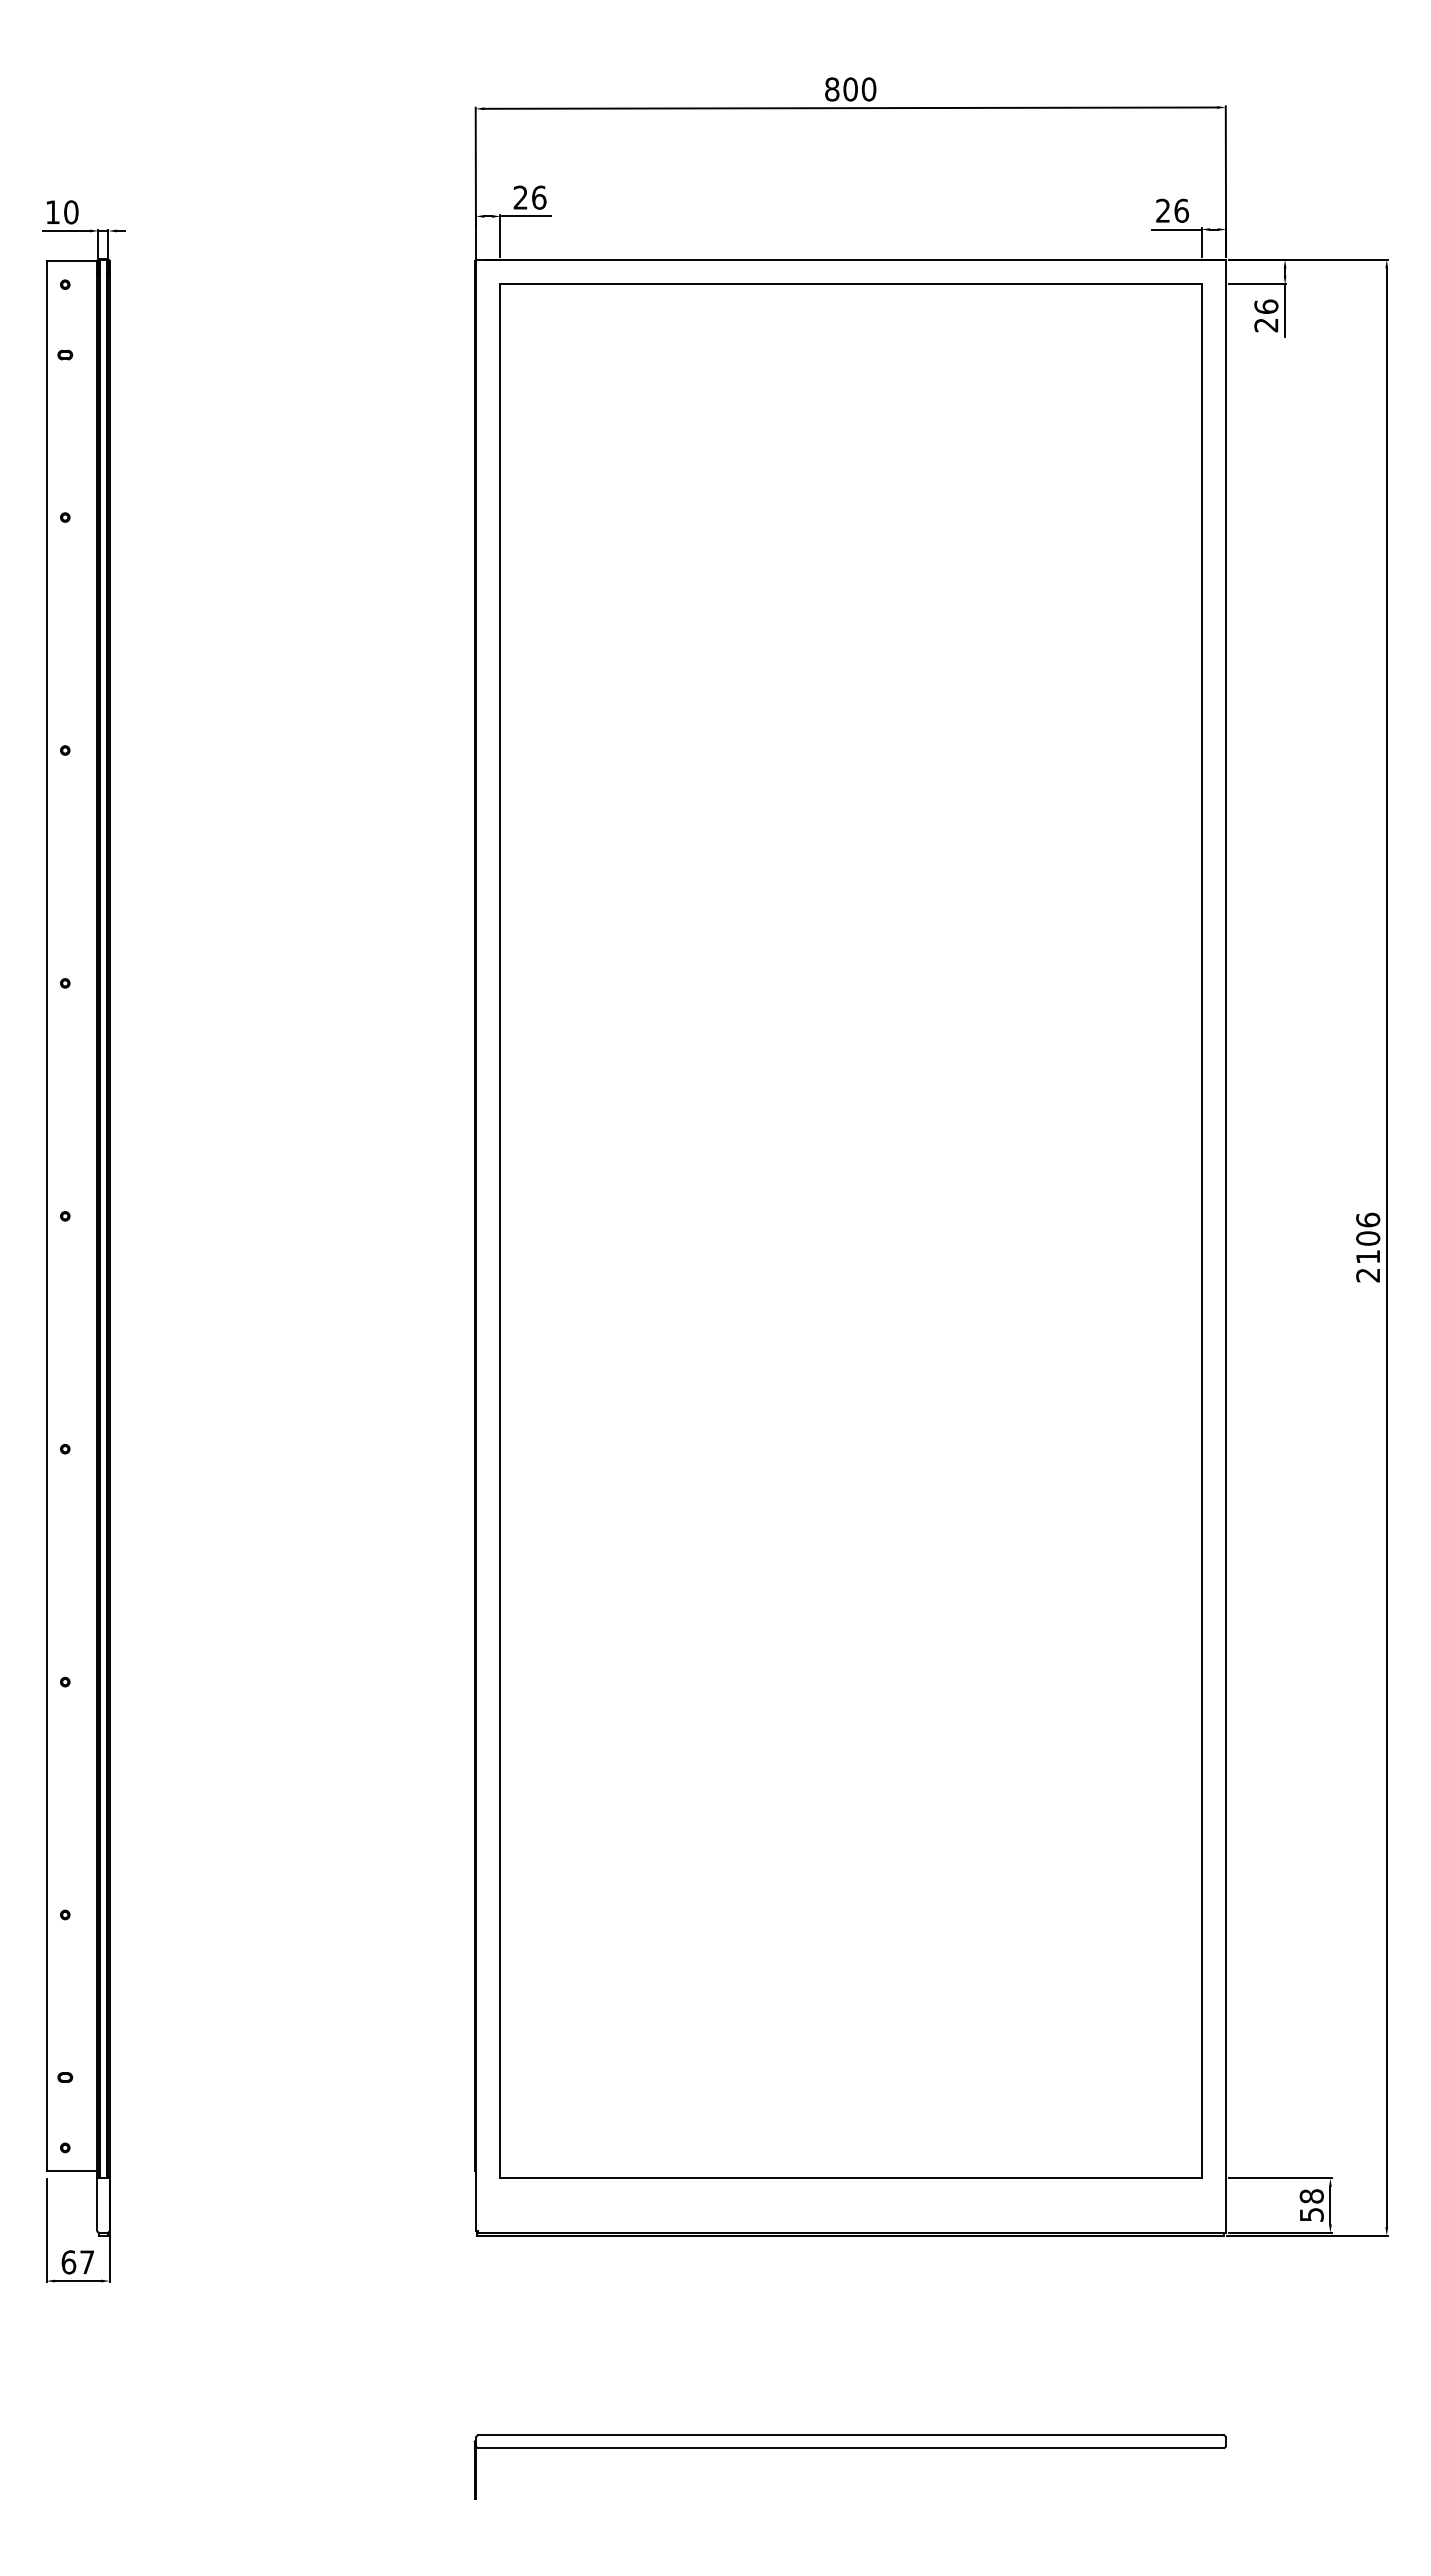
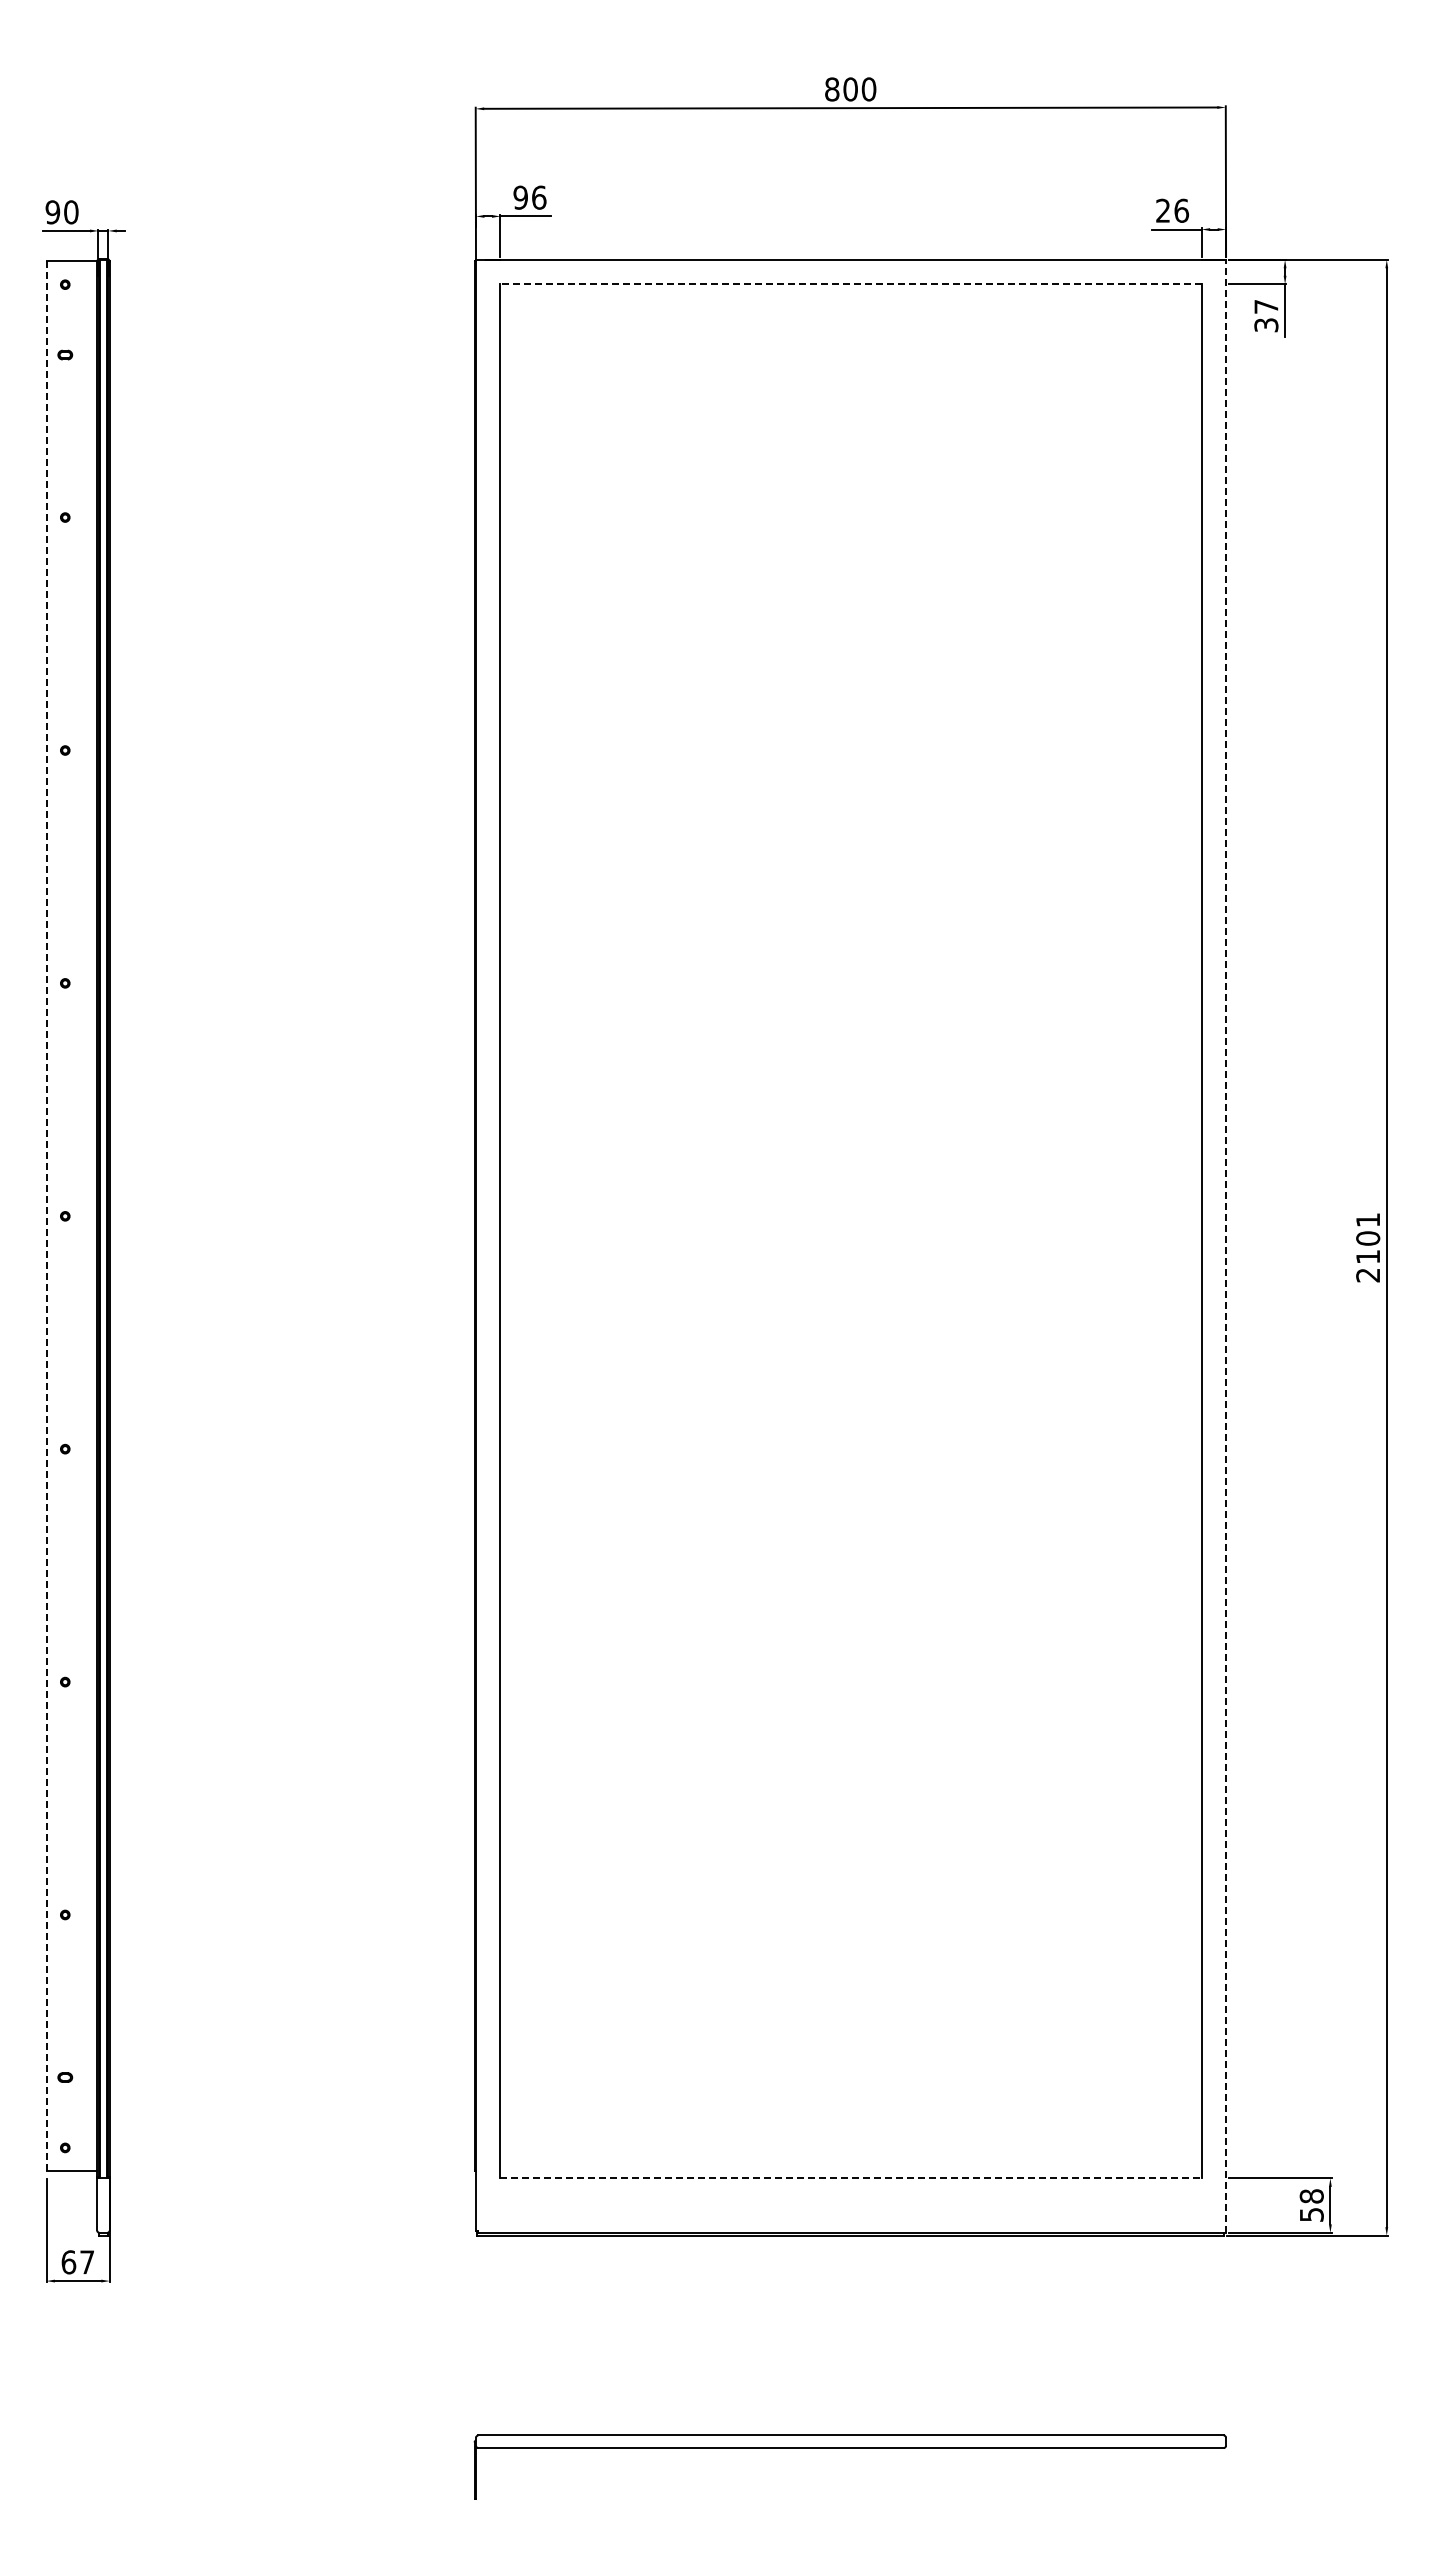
text at (520, 197): 26 -> 96
text at (52, 212): 10 -> 90
line at (851, 284): solid -> dashed
text at (1266, 315): 26 -> 37
line at (46, 1216): solid -> dashed
text at (1368, 1219): 2106 -> 2101
line at (1226, 1245): solid -> dashed
line at (851, 2178): solid -> dashed
